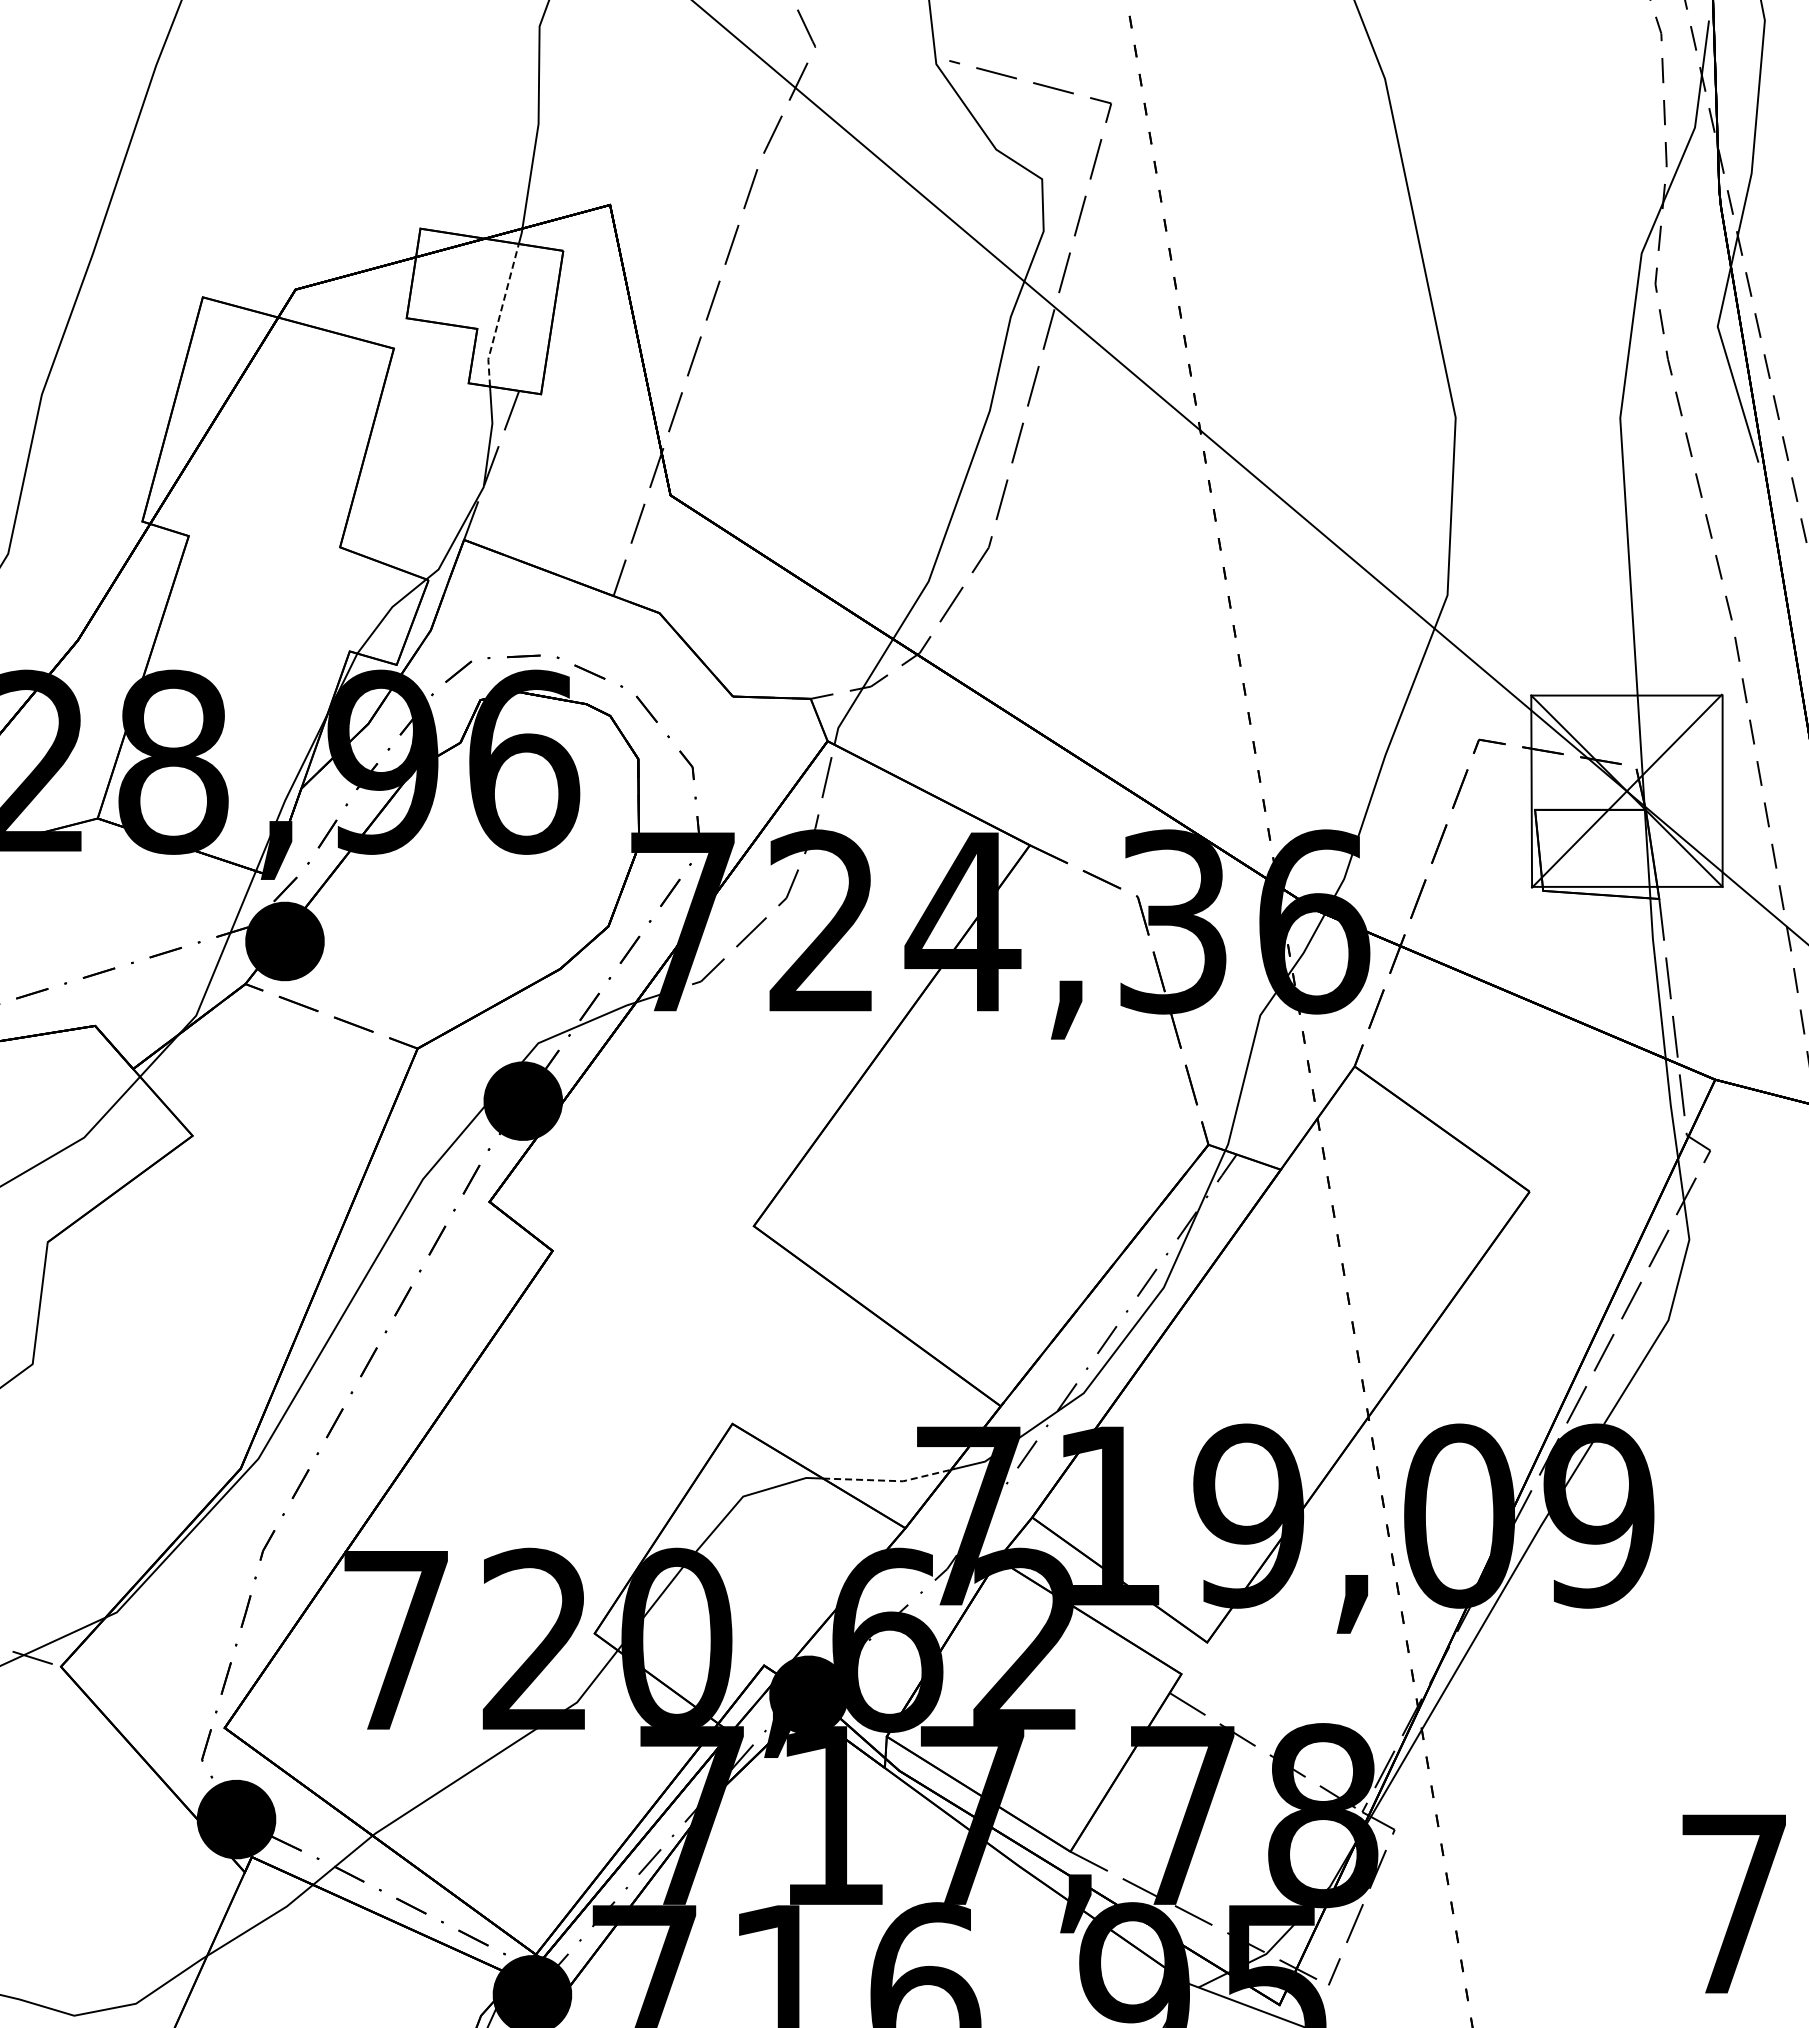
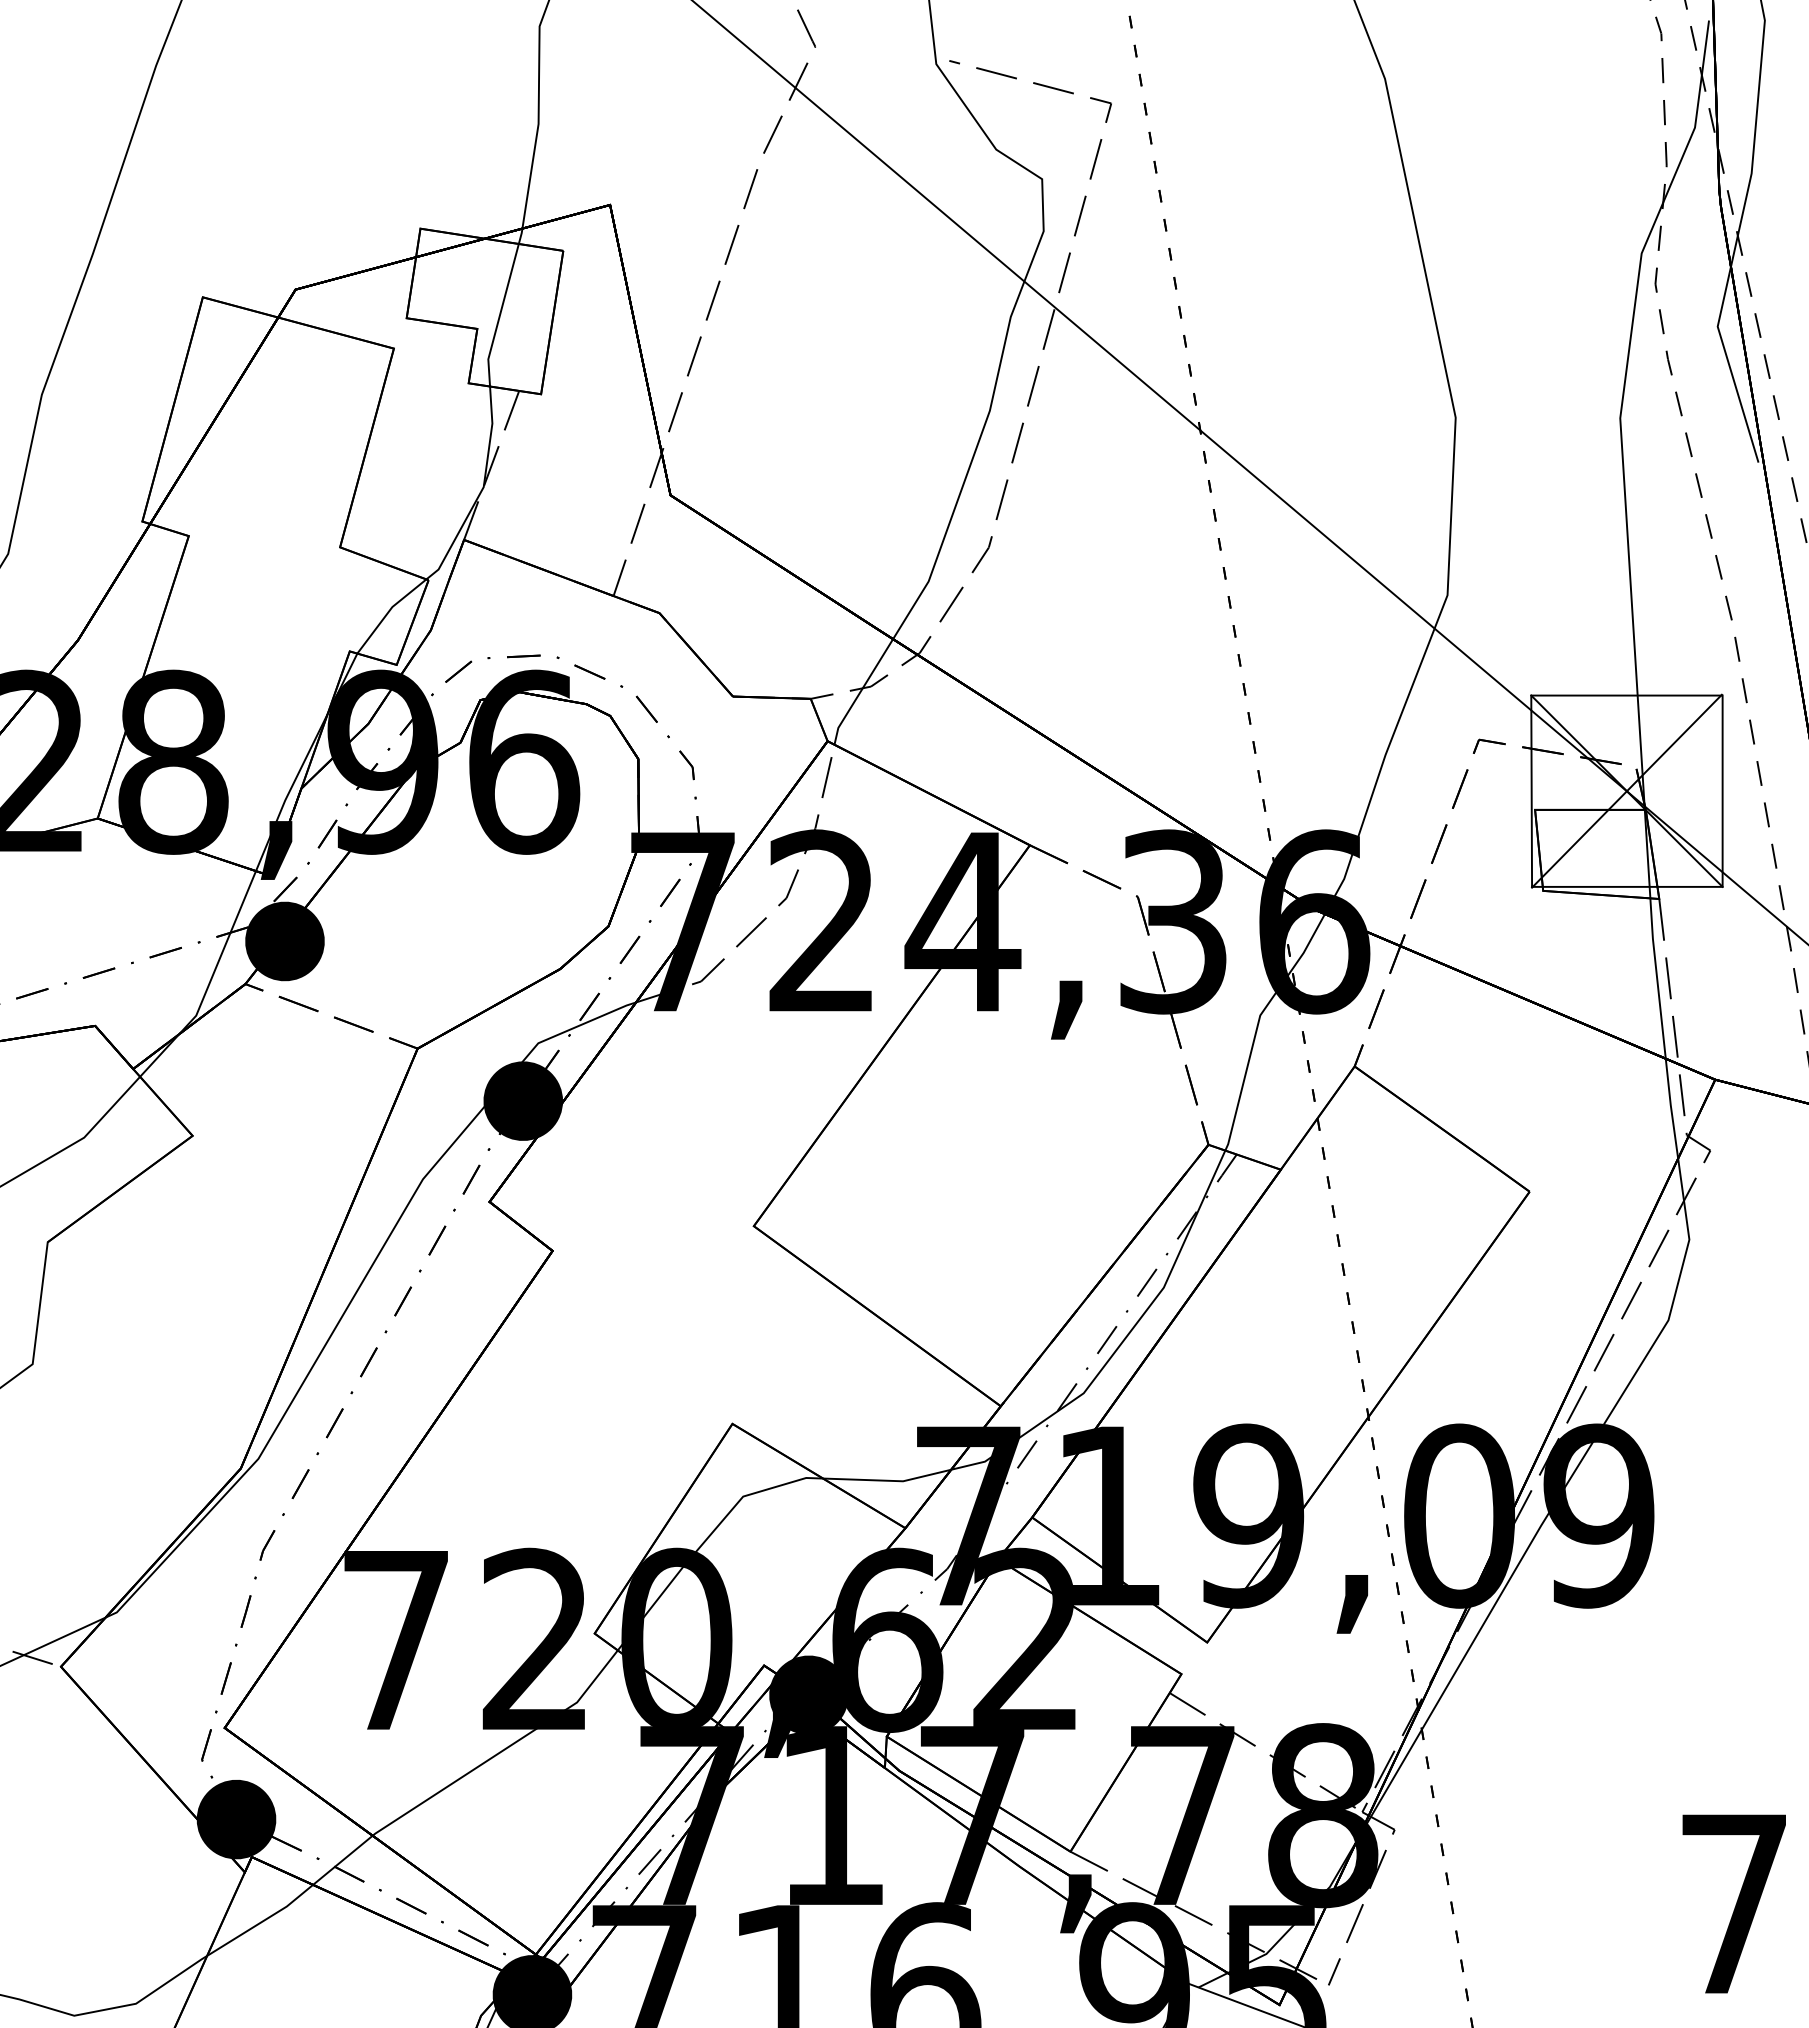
line at (500, 315): dashed -> solid
line at (888, 1480): dashed -> solid
